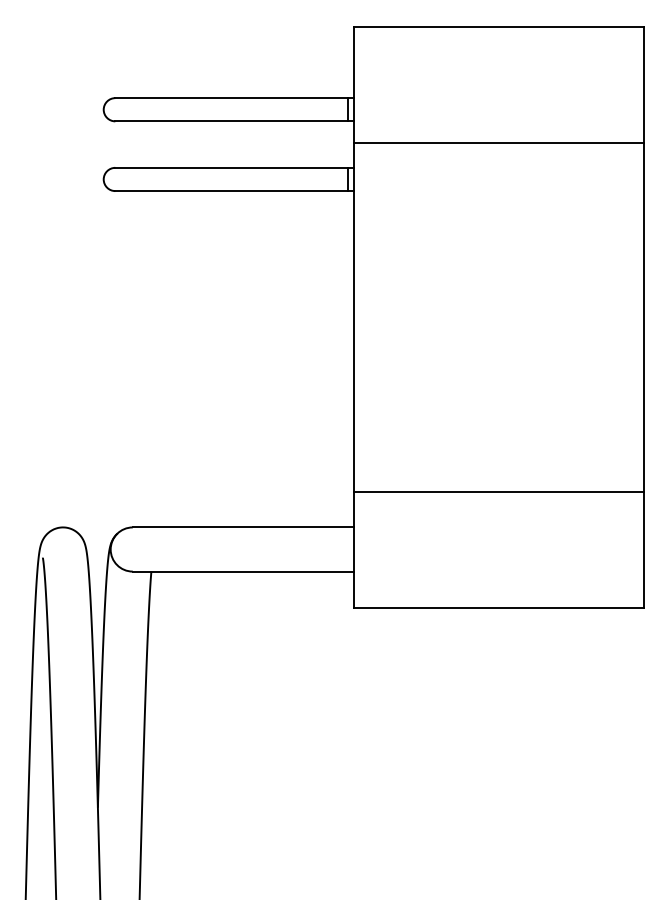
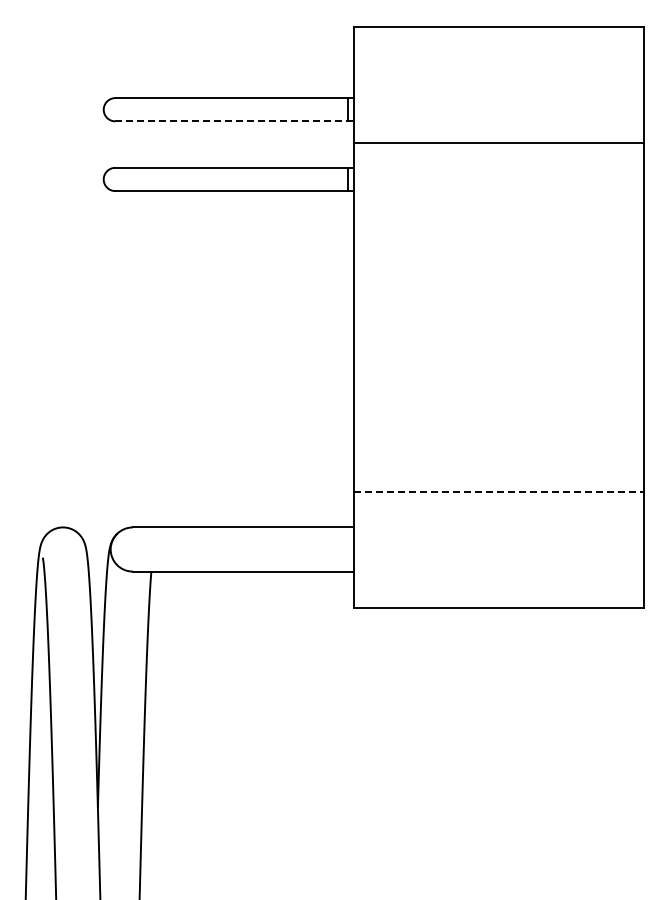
line at (232, 121): solid -> dashed
line at (499, 491): solid -> dashed
